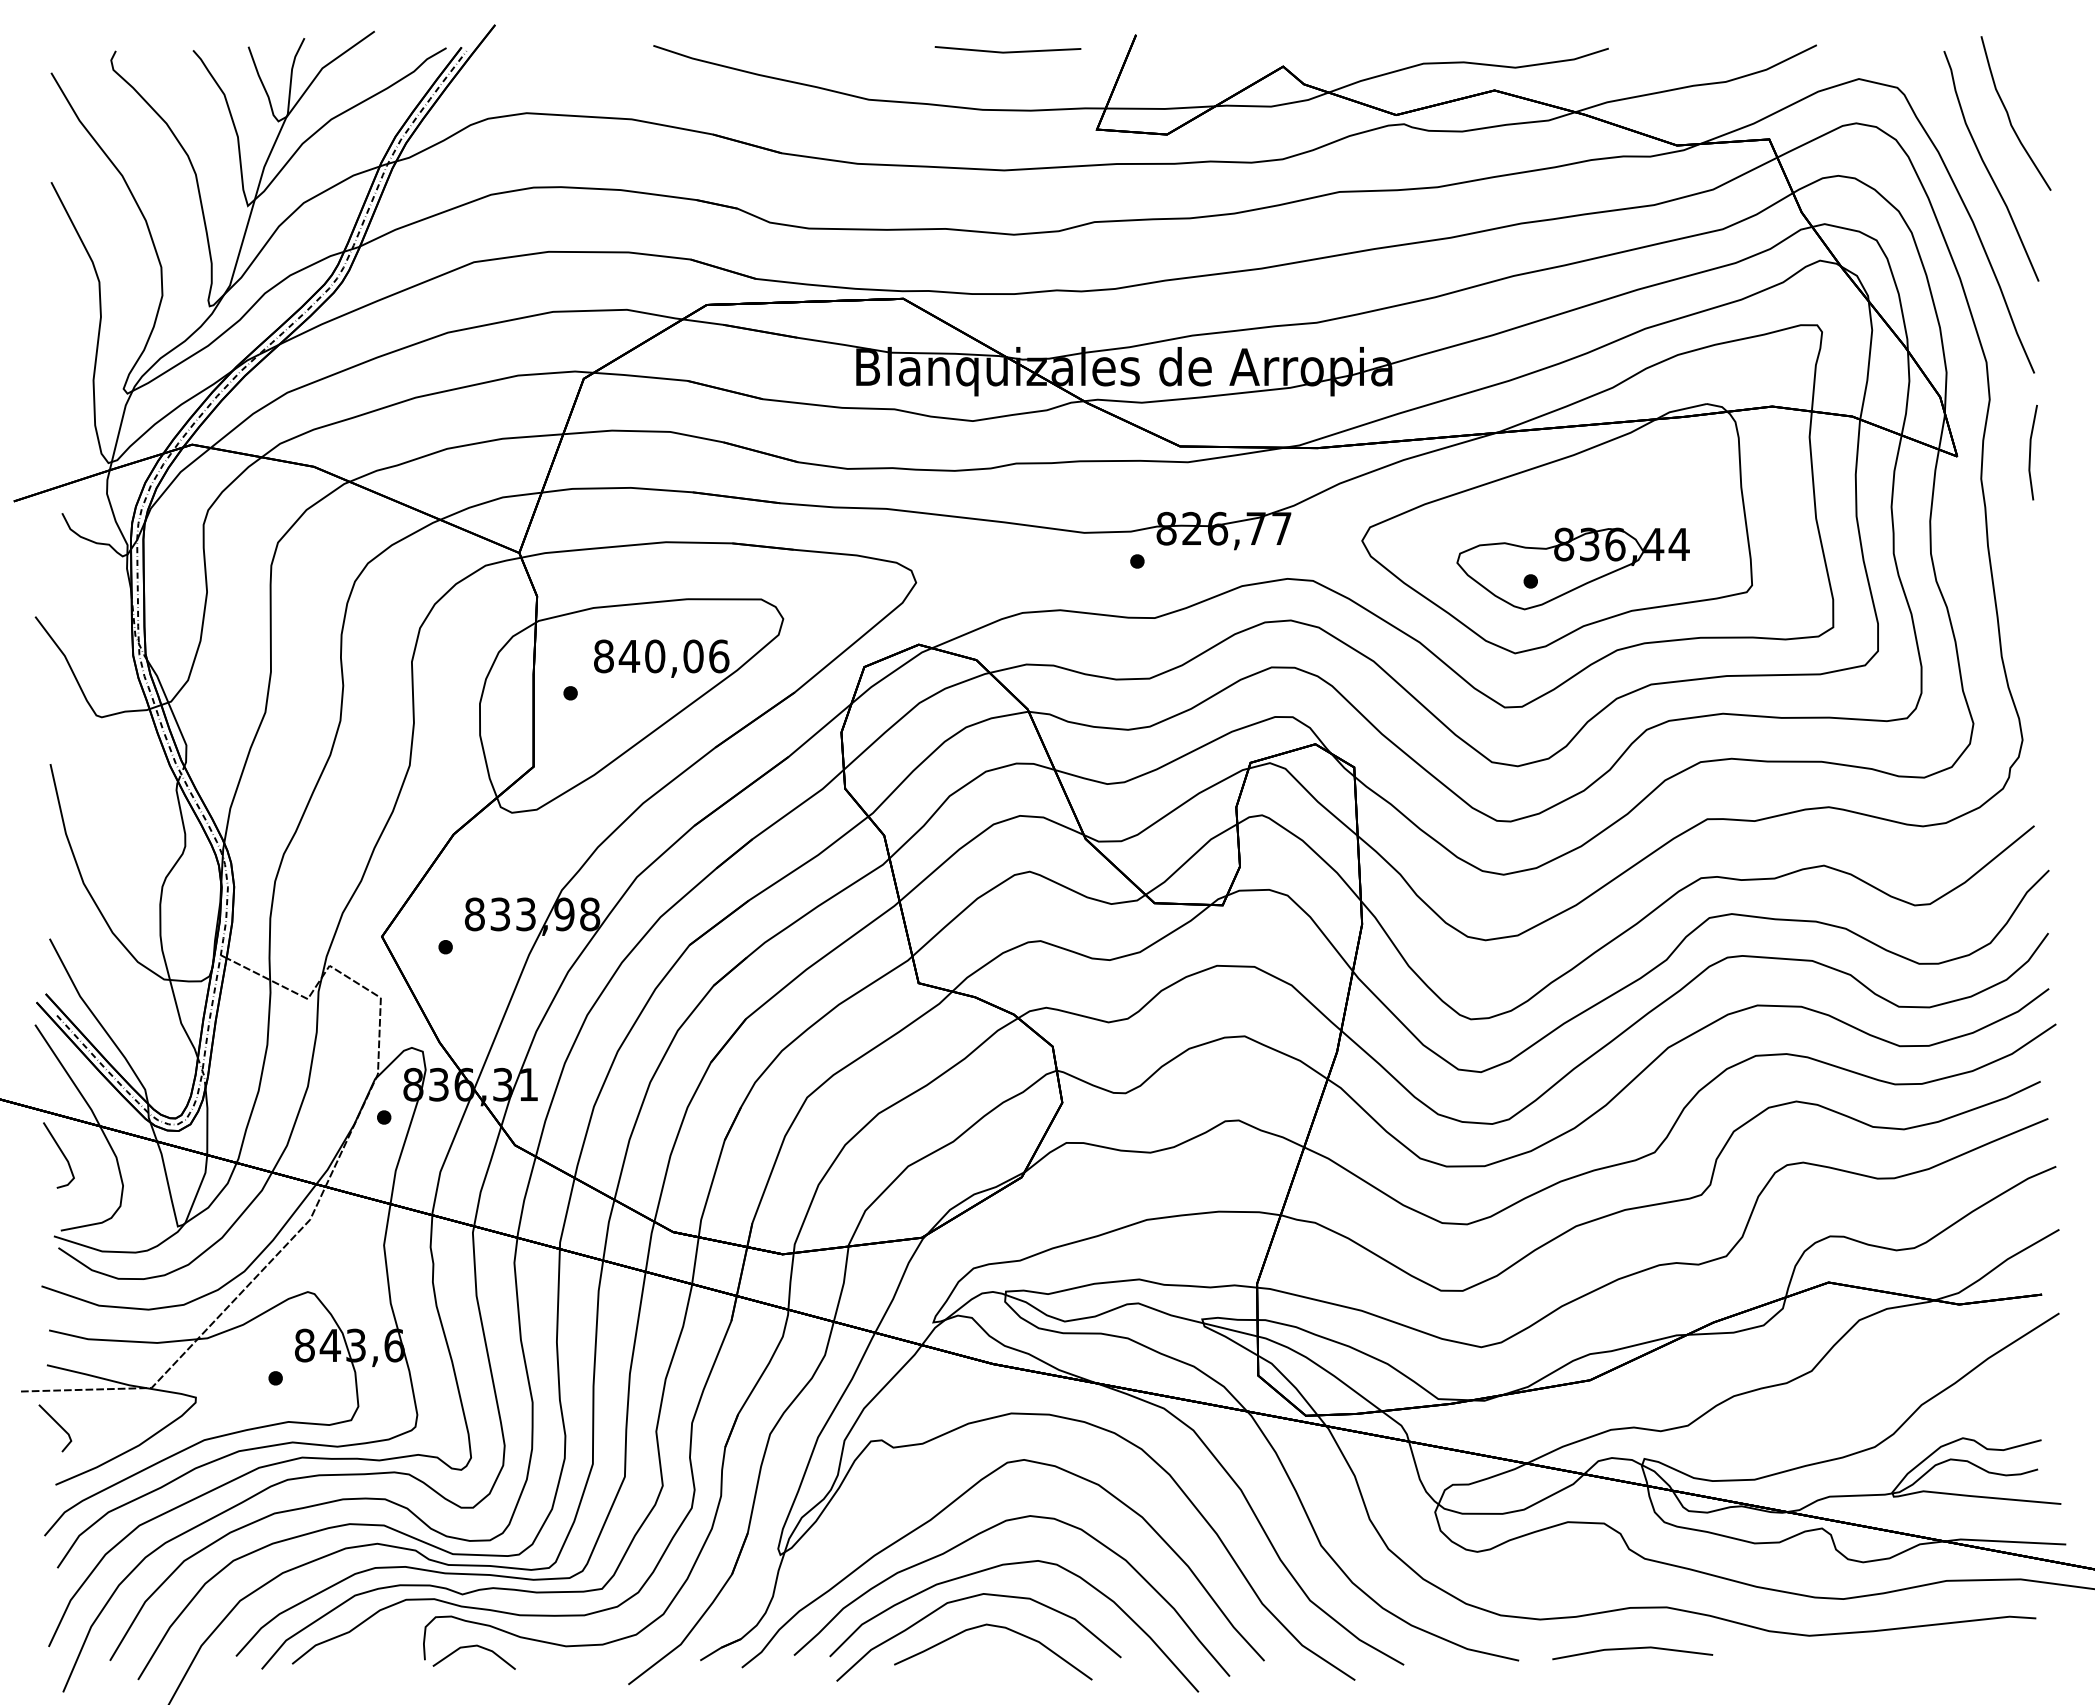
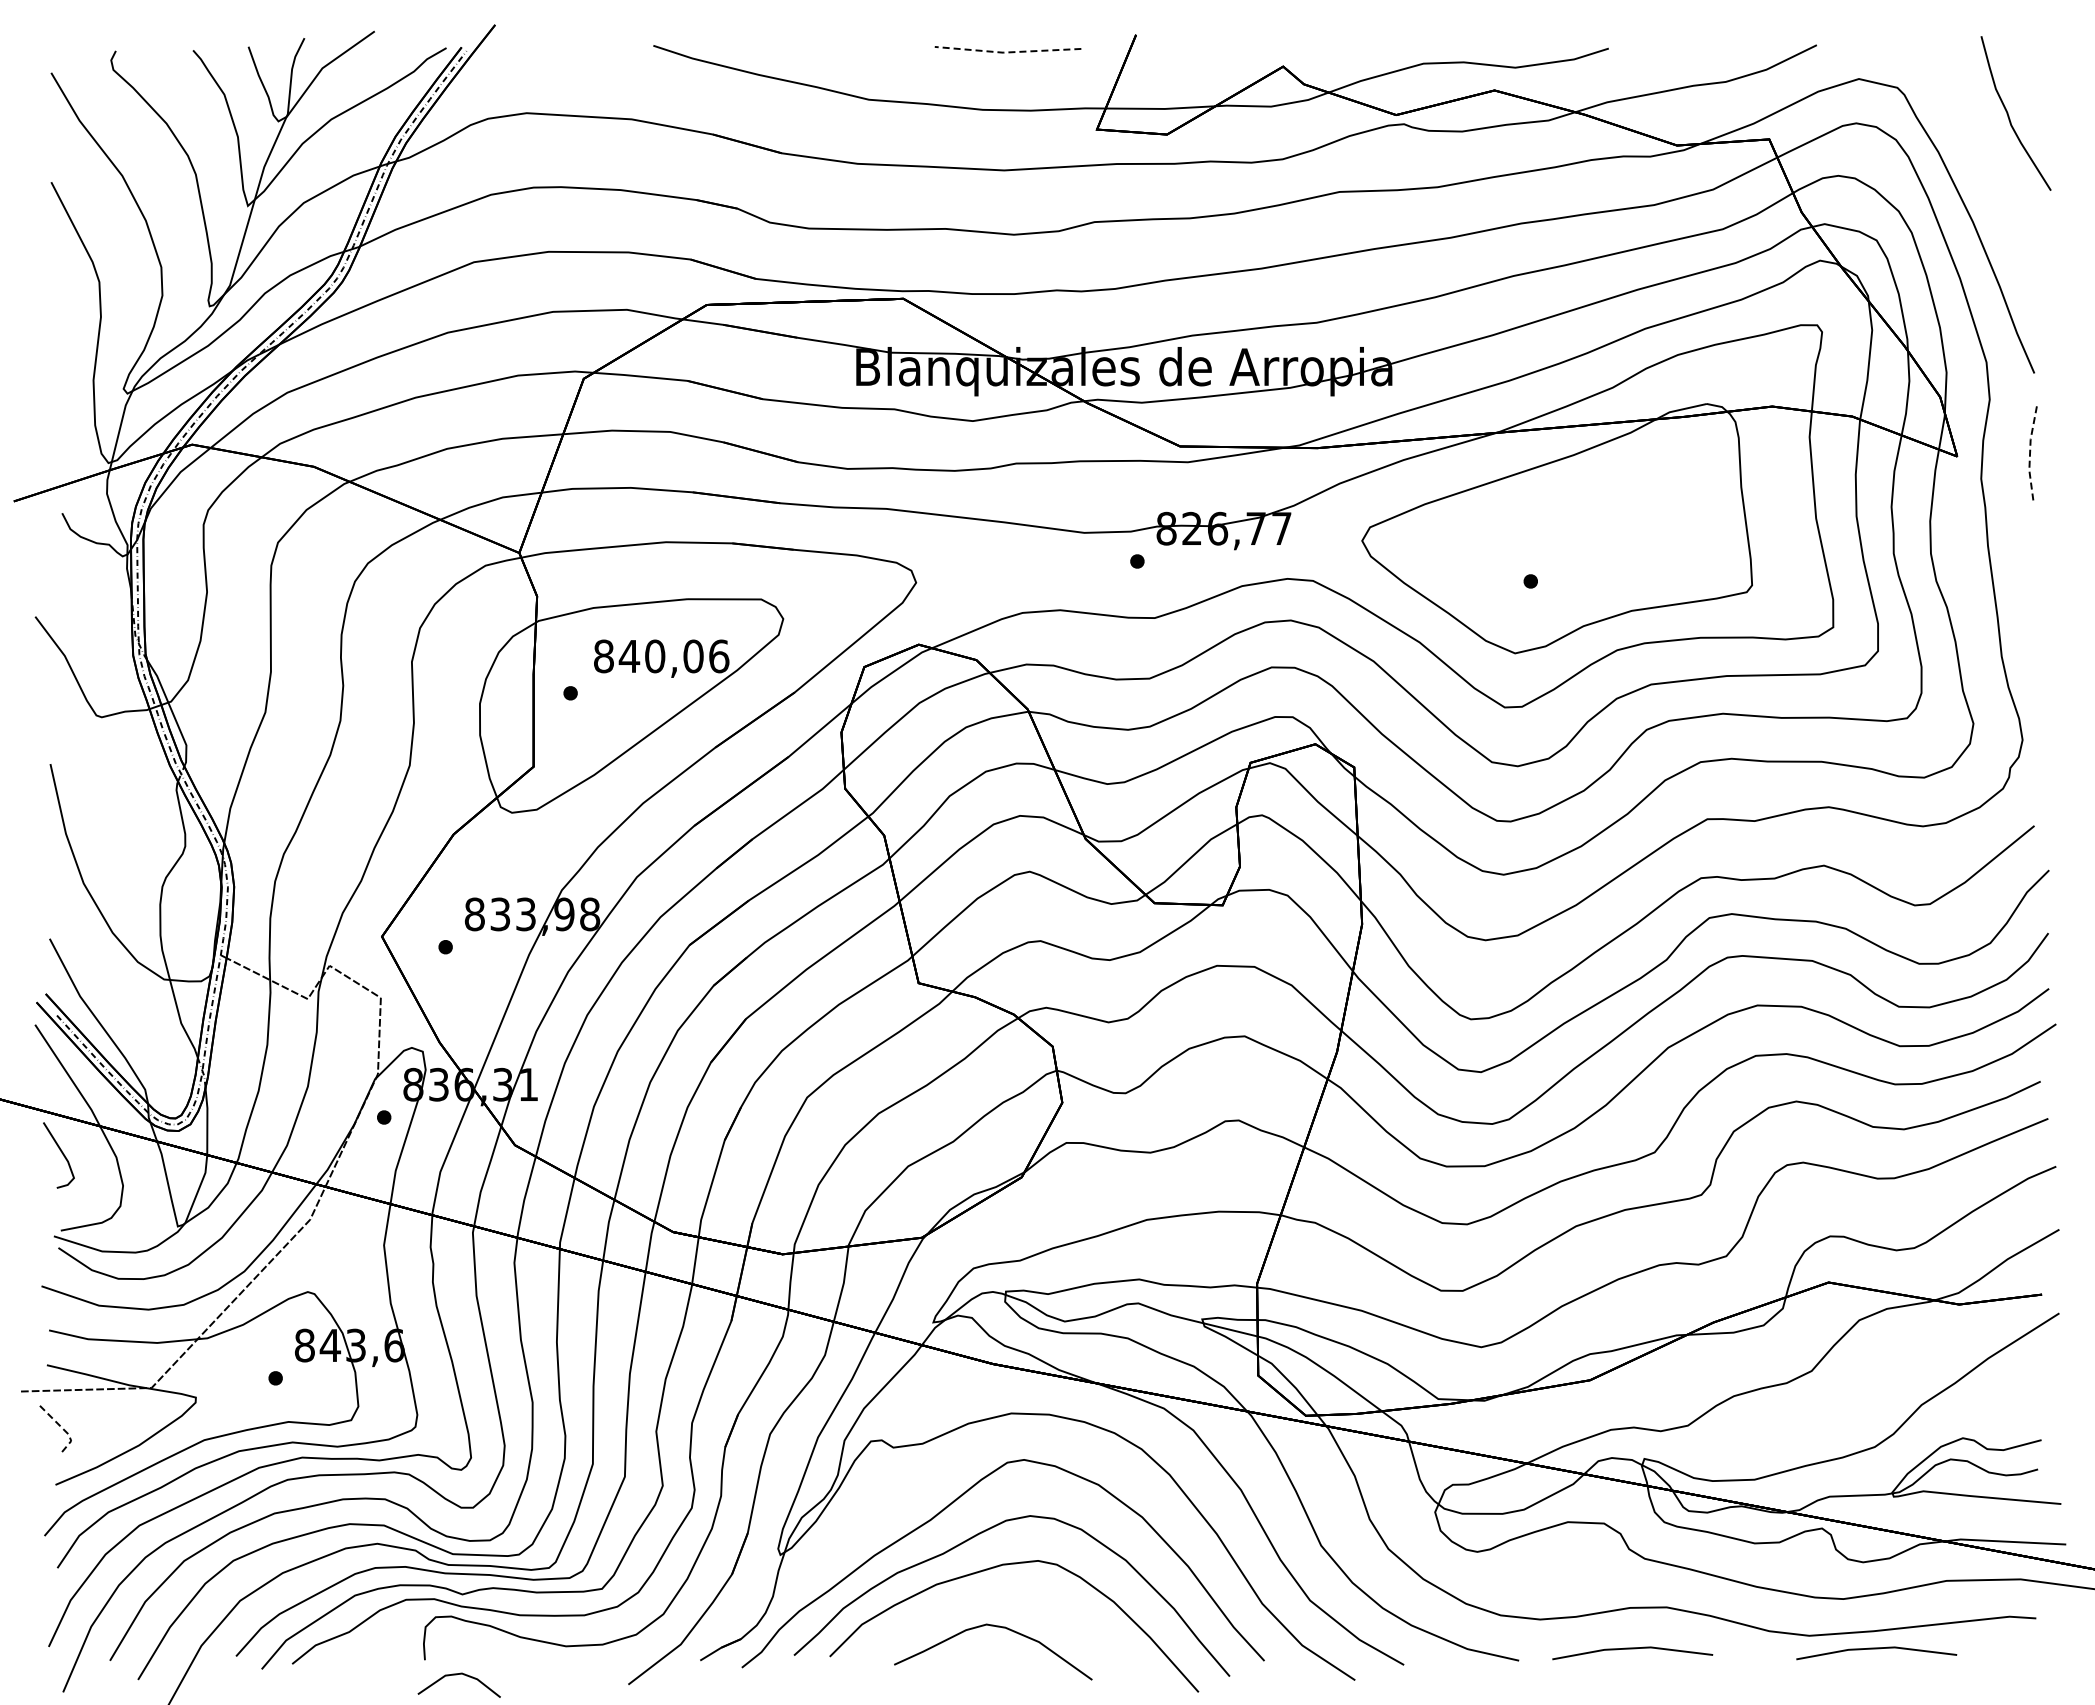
line at (1007, 52): solid -> dashed
curve at (1987, 167): present -> none
line at (2030, 452): solid -> dashed
part at (1572, 568): present -> none
line at (62, 1428): solid -> dashed
curve at (970, 1598): present -> none
line at (471, 1647) position: (471, 1647) -> (456, 1675)
line at (1876, 1649): none -> present
